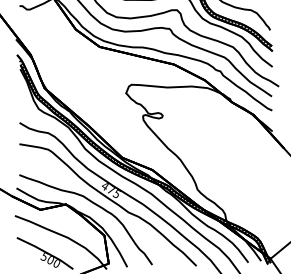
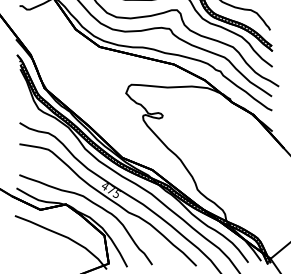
part at (44, 253): present -> none
